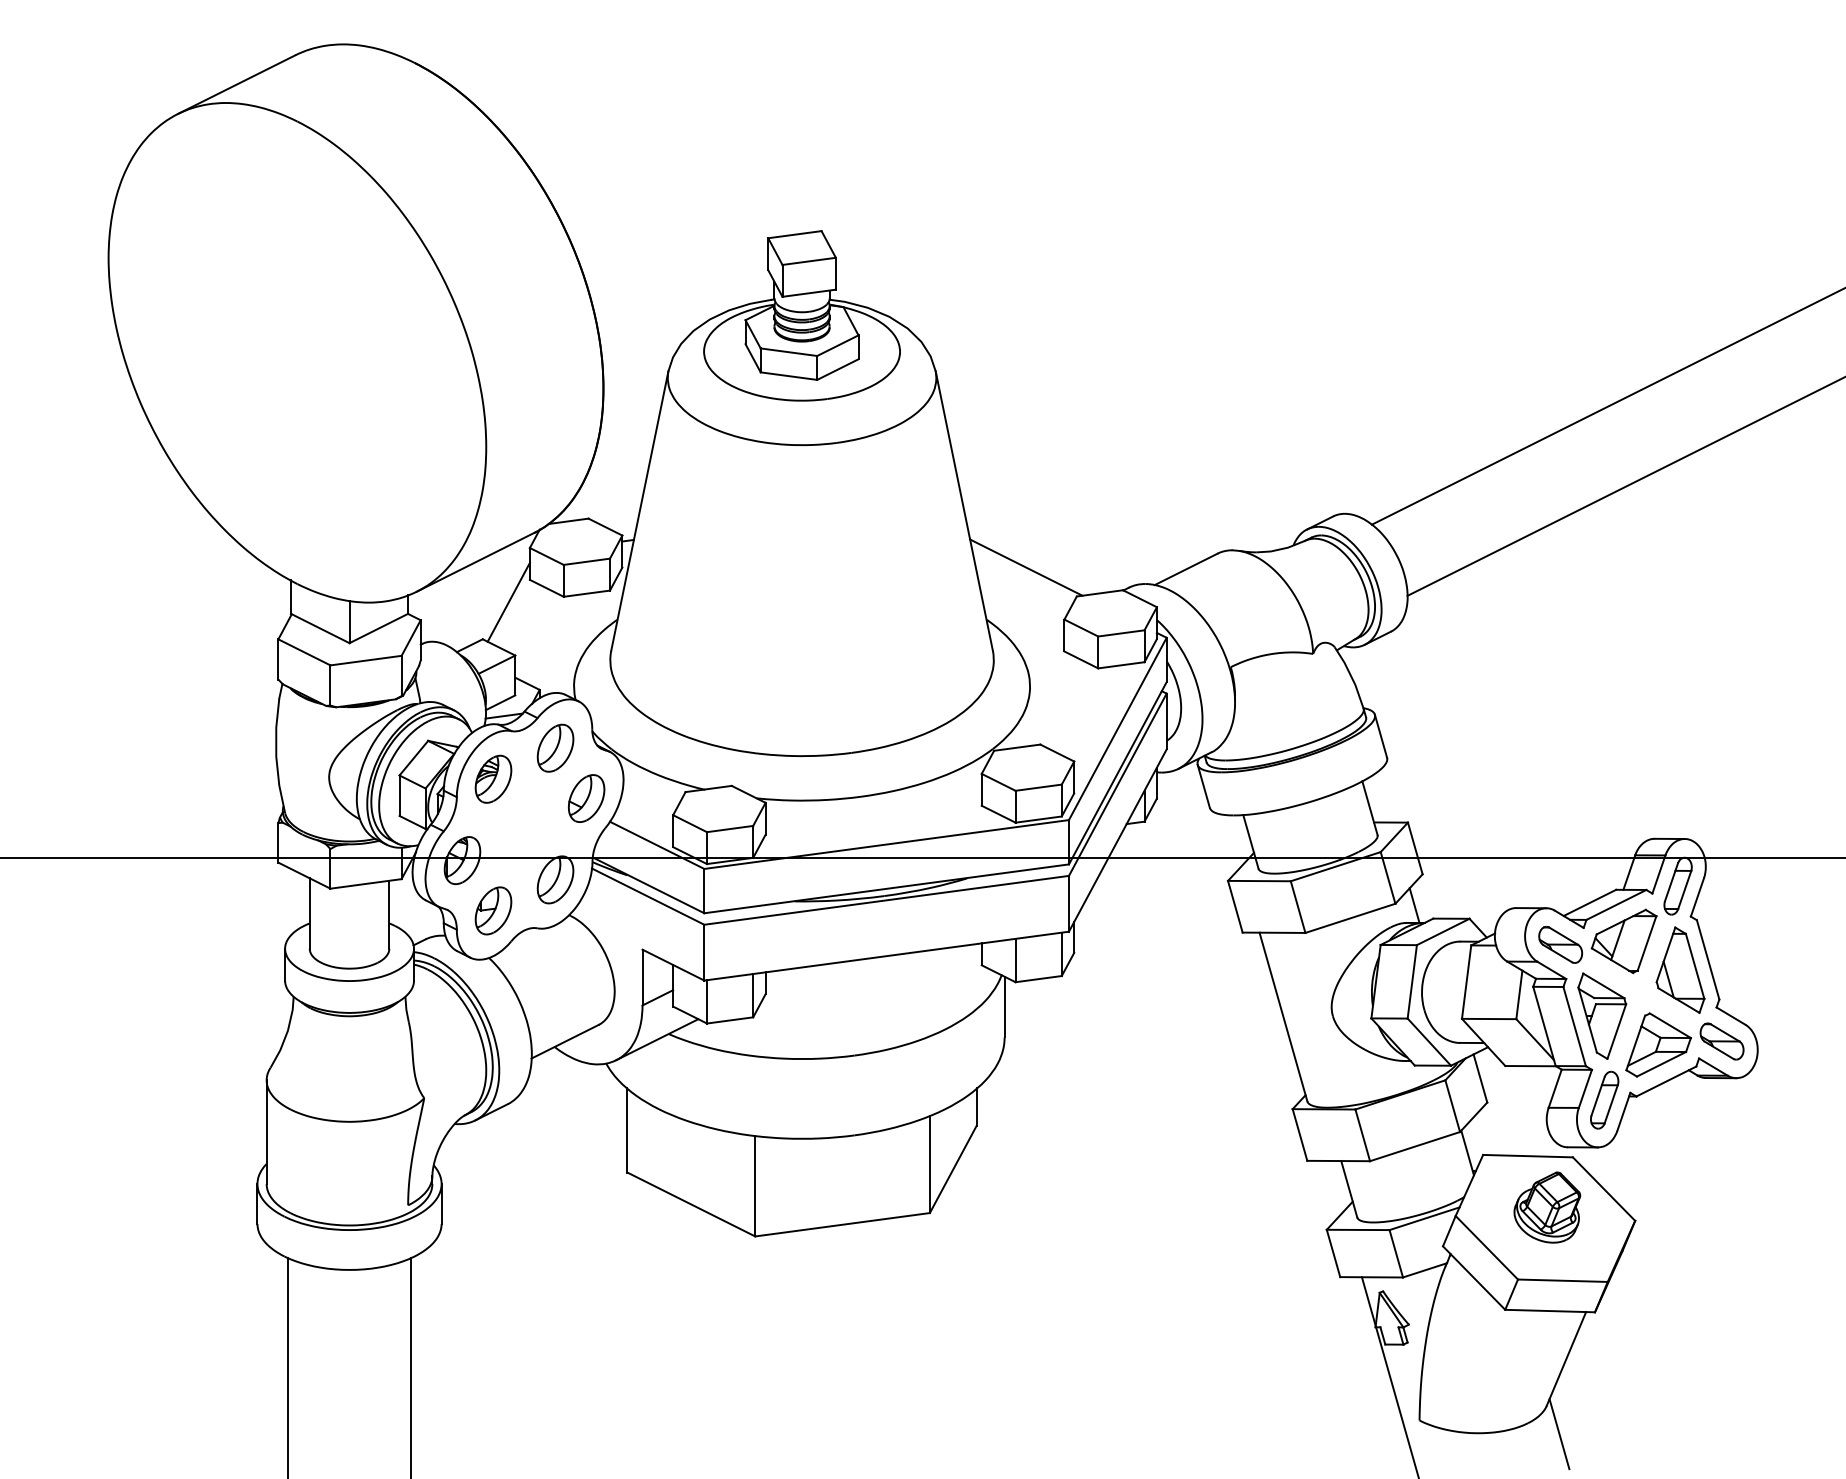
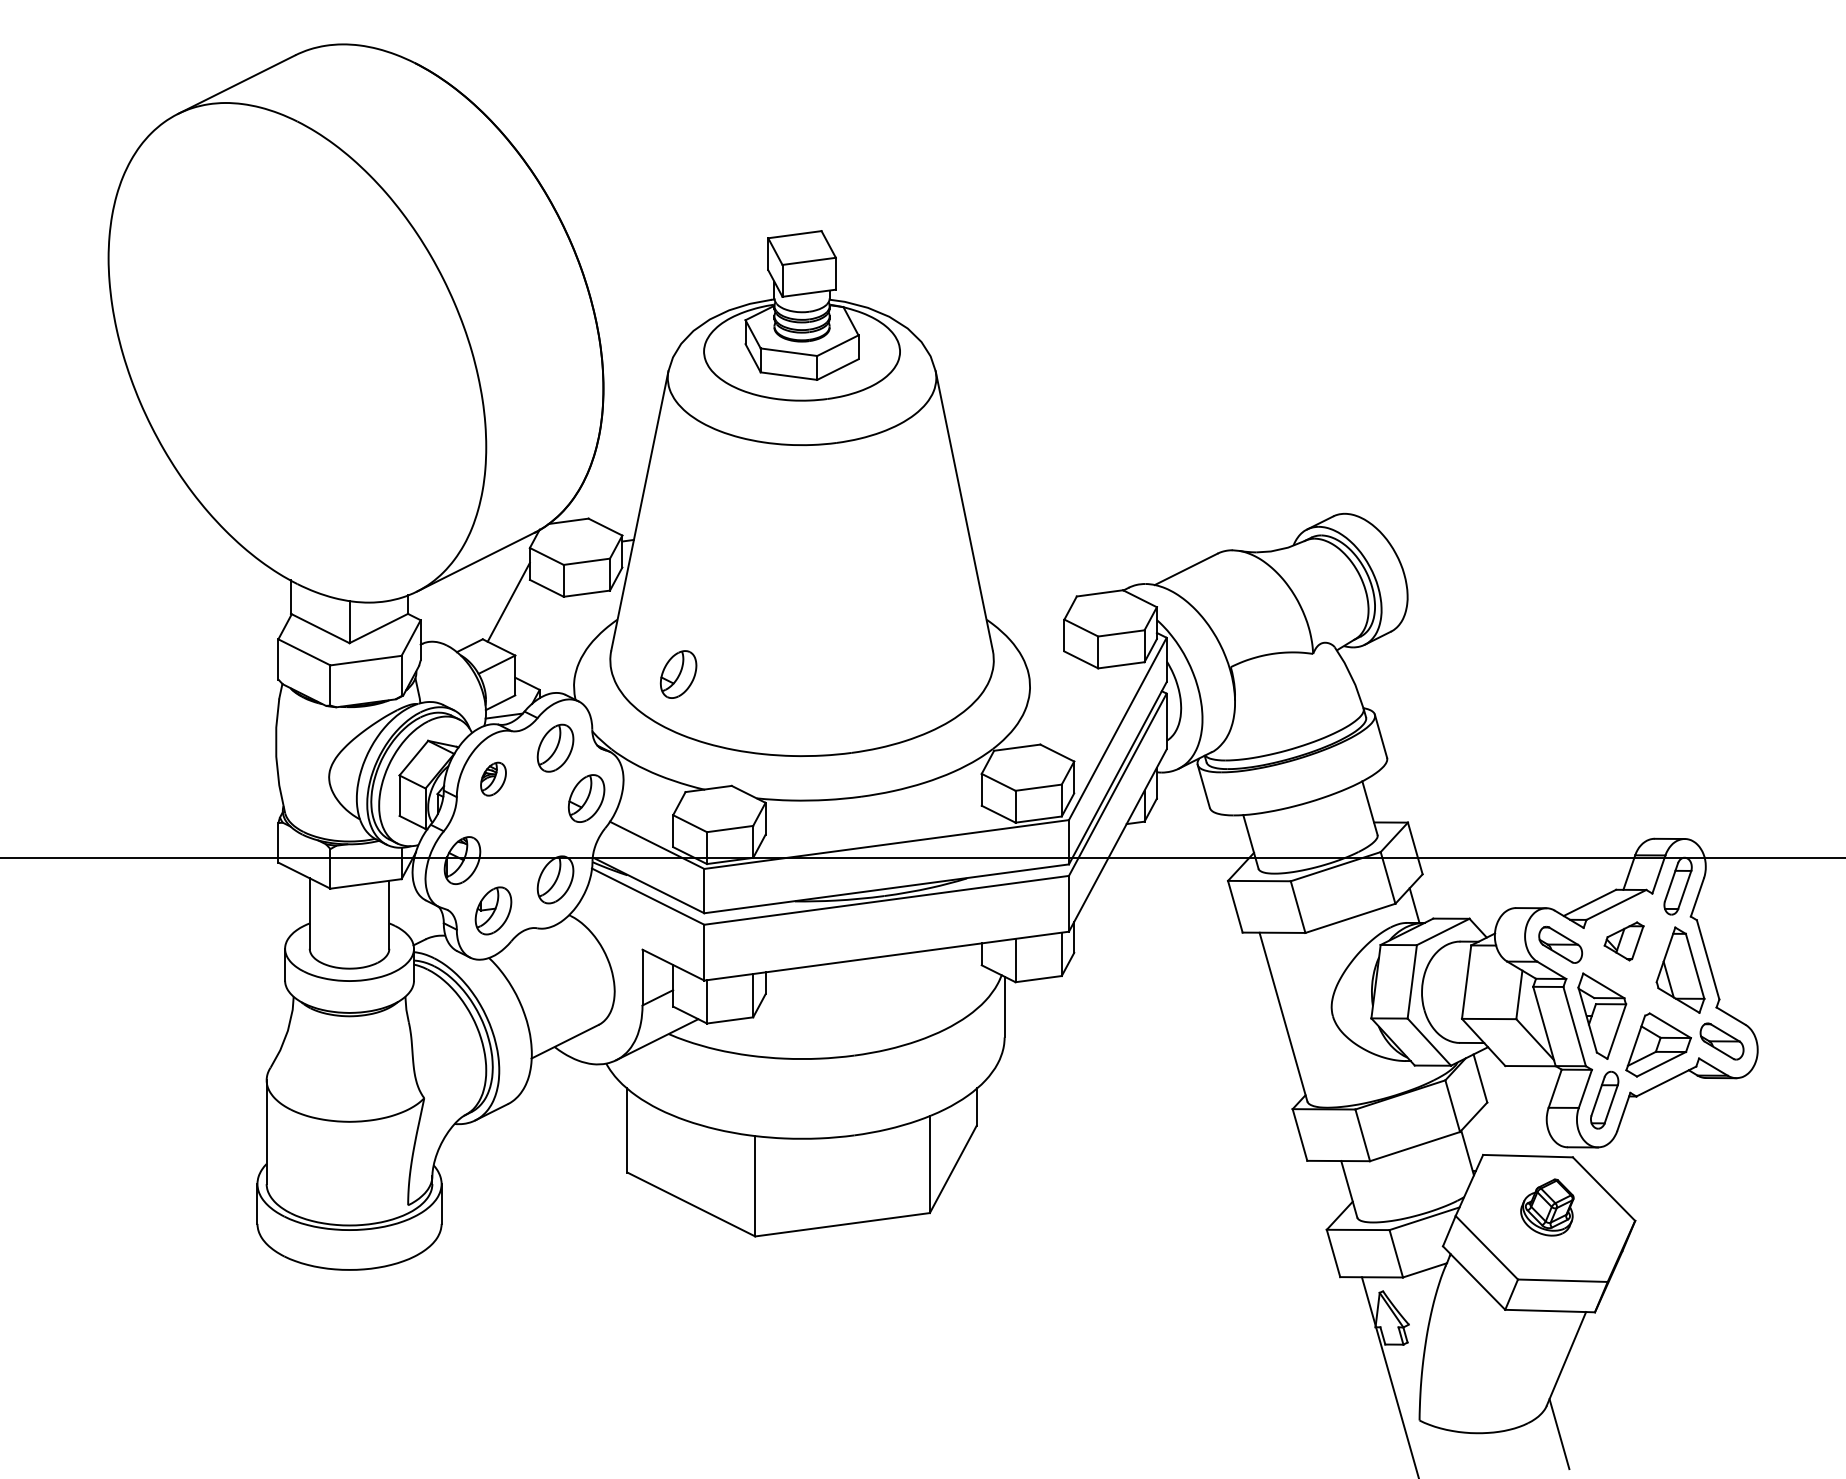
line at (1606, 406): present -> none
line at (1624, 486): present -> none
line at (1026, 567): present -> none
part at (678, 674): none -> present
part at (493, 778) size: 39x50 px -> 27x36 px
part at (1623, 941) size: 68x67 px -> 42x41 px
part at (1547, 1207) size: 69x73 px -> 55x59 px
line at (287, 1366): present -> none
line at (411, 1366): present -> none
